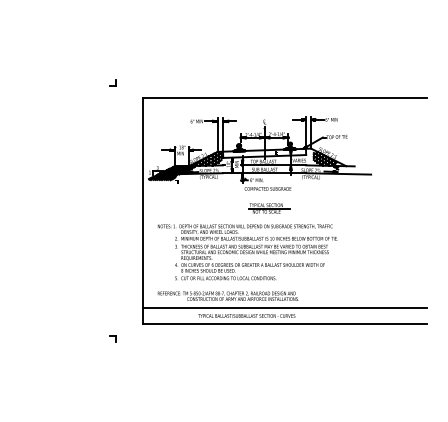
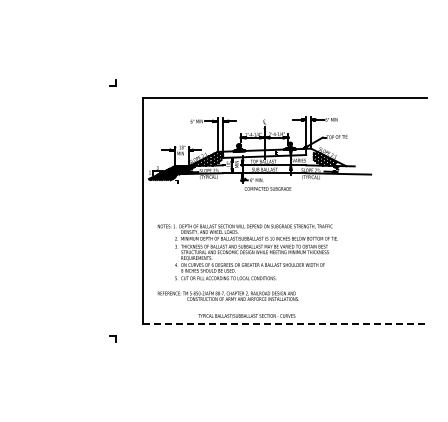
part at (269, 208): present -> none
line at (284, 308): present -> none
line at (284, 323): solid -> dashed
